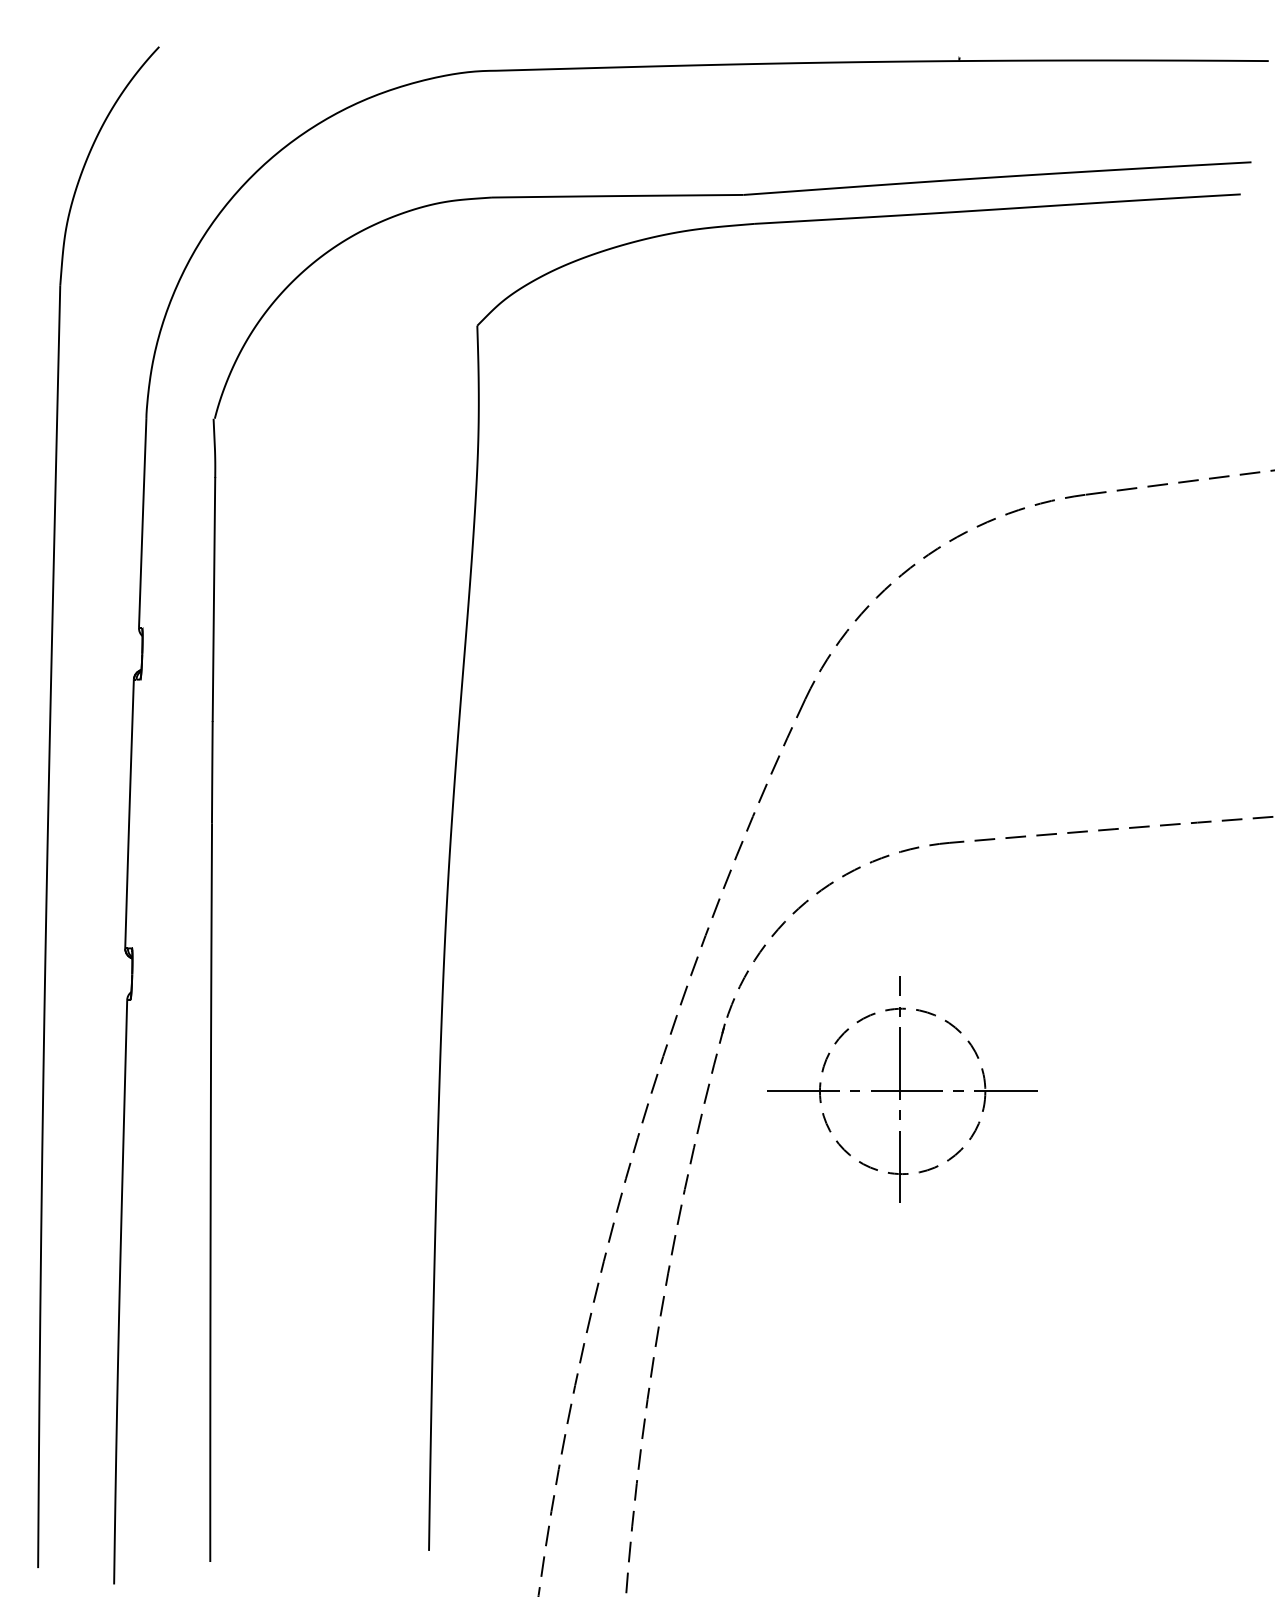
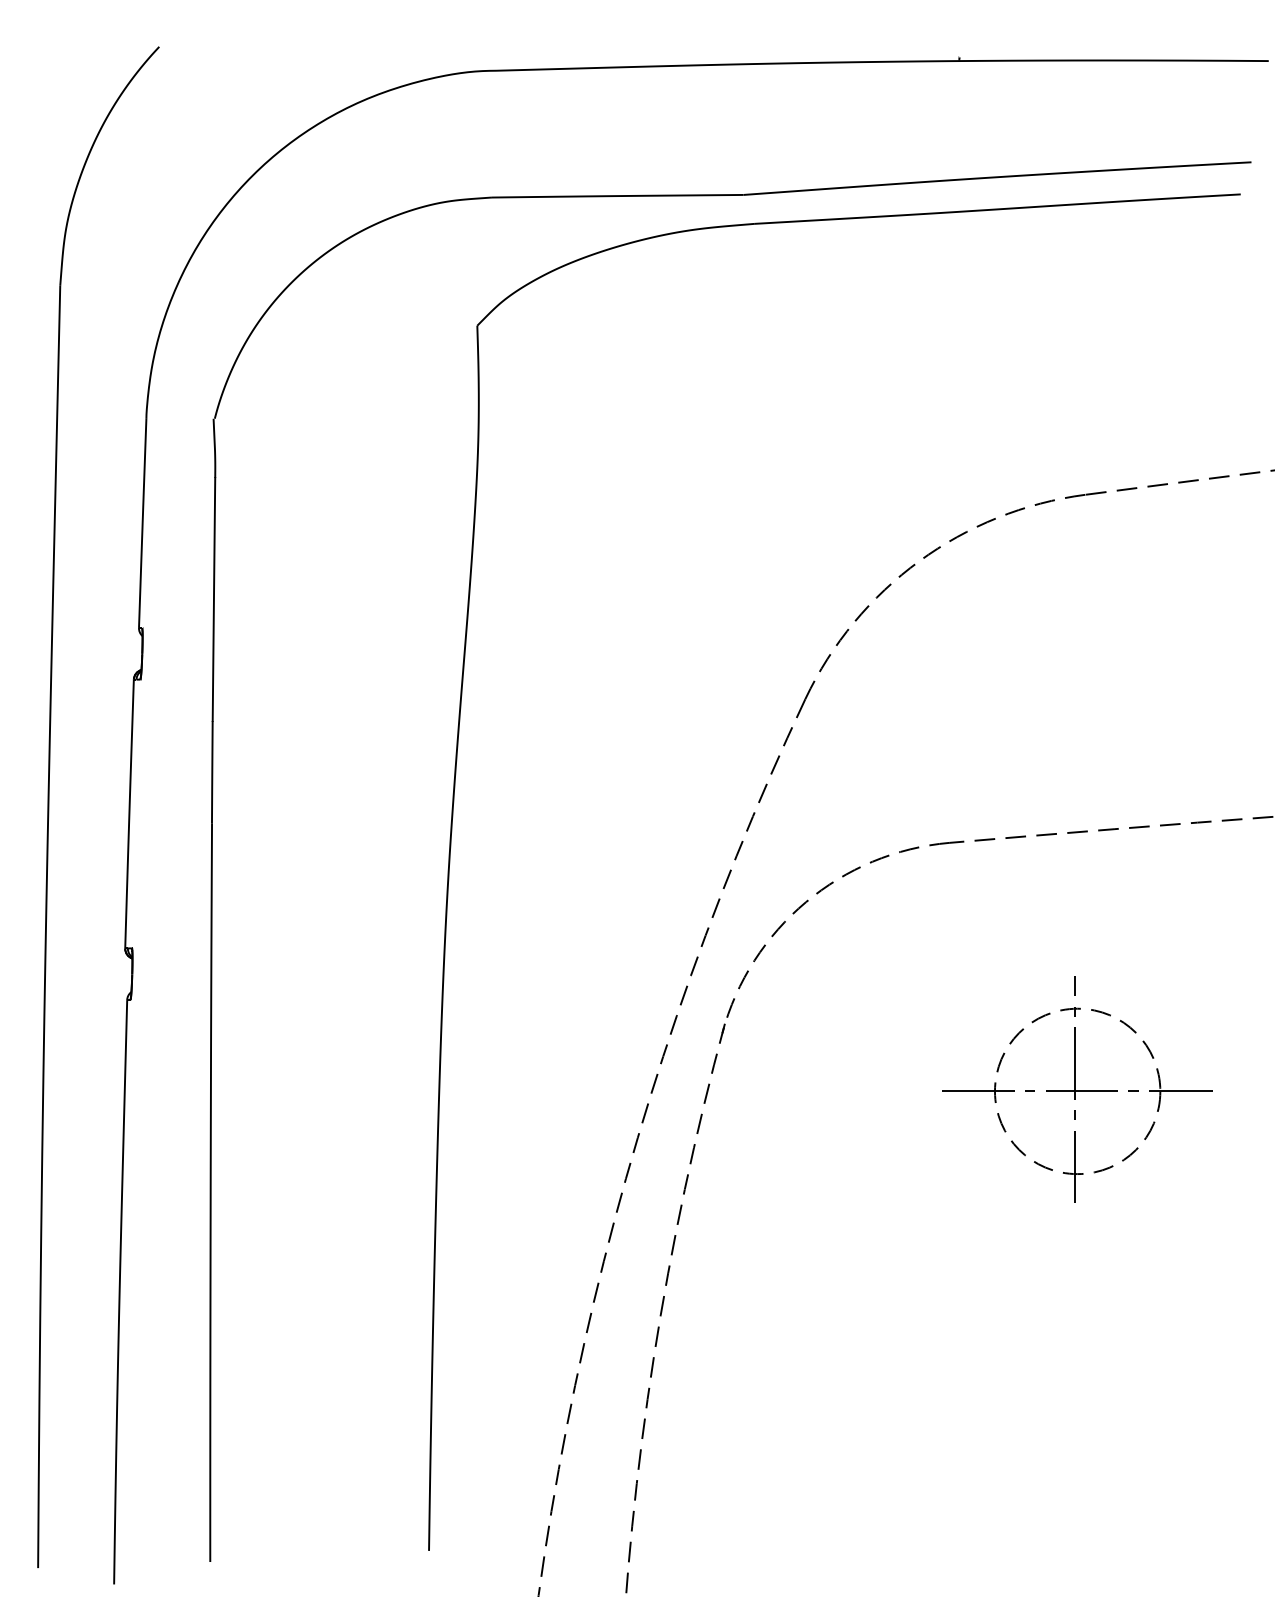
part at (902, 1089) position: (902, 1089) -> (1077, 1089)
